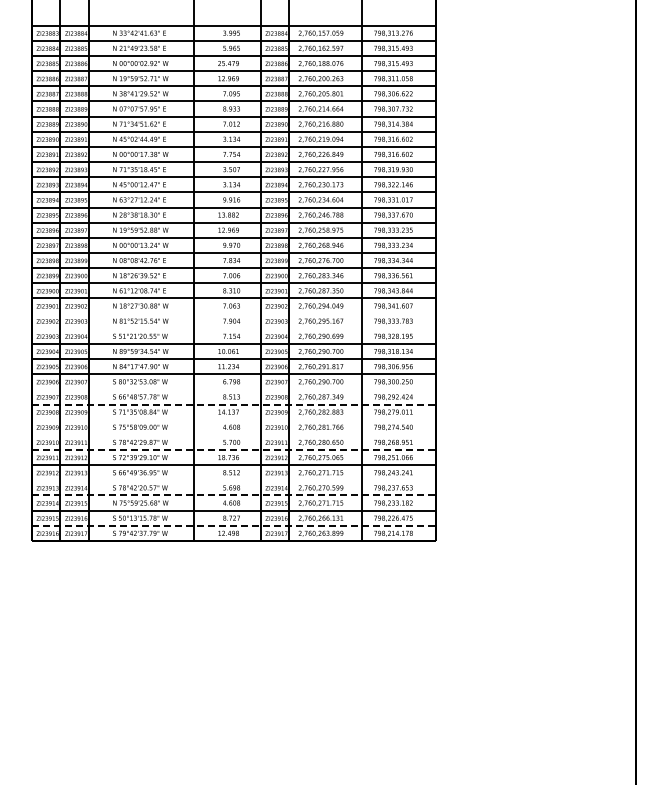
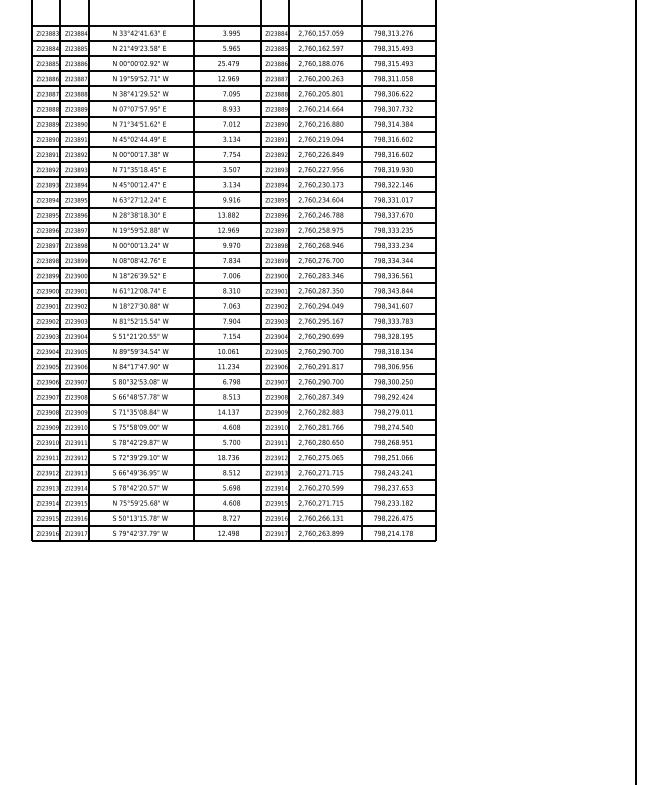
line at (233, 313): none -> present
line at (233, 328): none -> present
line at (233, 389): none -> present
line at (234, 404): dashed -> solid
line at (233, 419): none -> present
line at (233, 434): none -> present
line at (234, 450): dashed -> solid
line at (233, 480): none -> present
line at (234, 495): dashed -> solid
line at (234, 525): dashed -> solid
